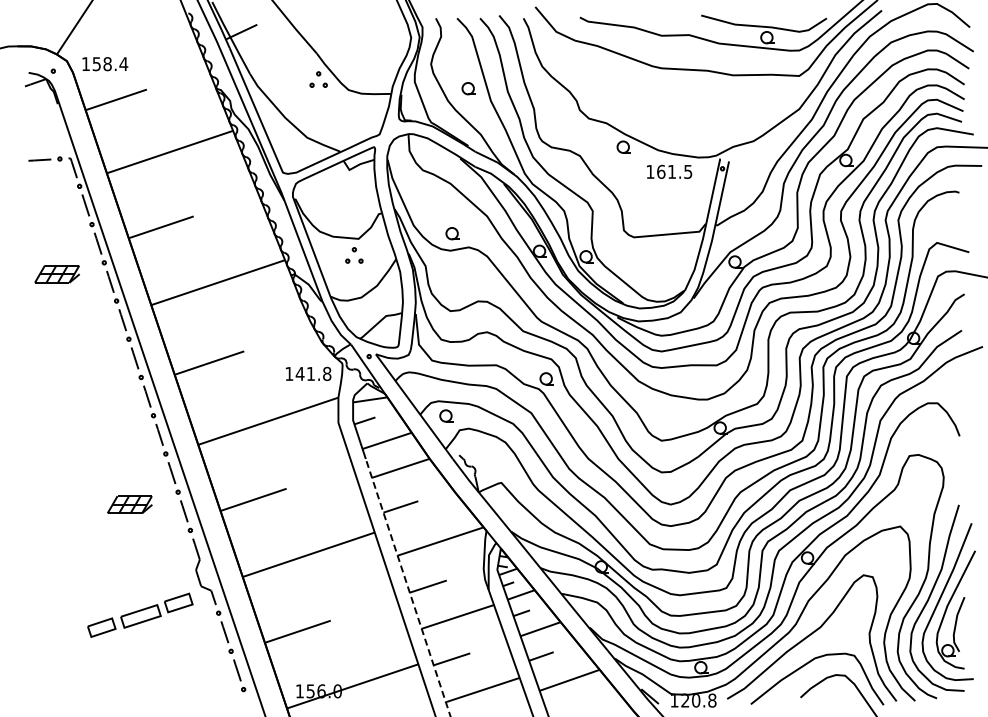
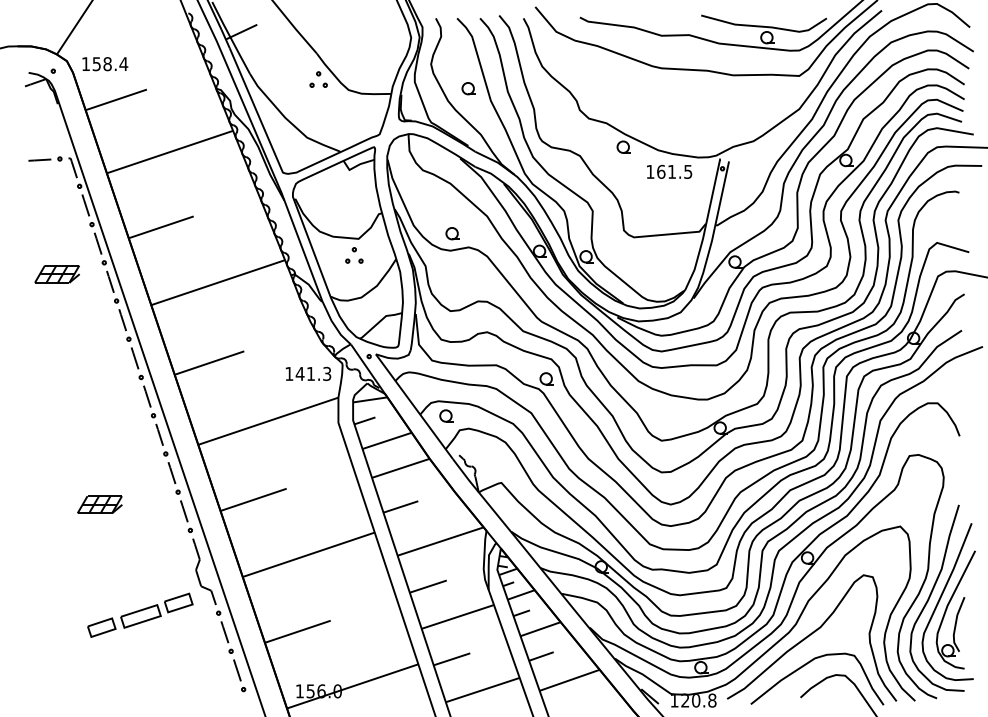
text at (327, 373): 141.8 -> 141.3
part at (129, 504) position: (129, 504) -> (99, 504)
line at (408, 587): dashed -> solid
